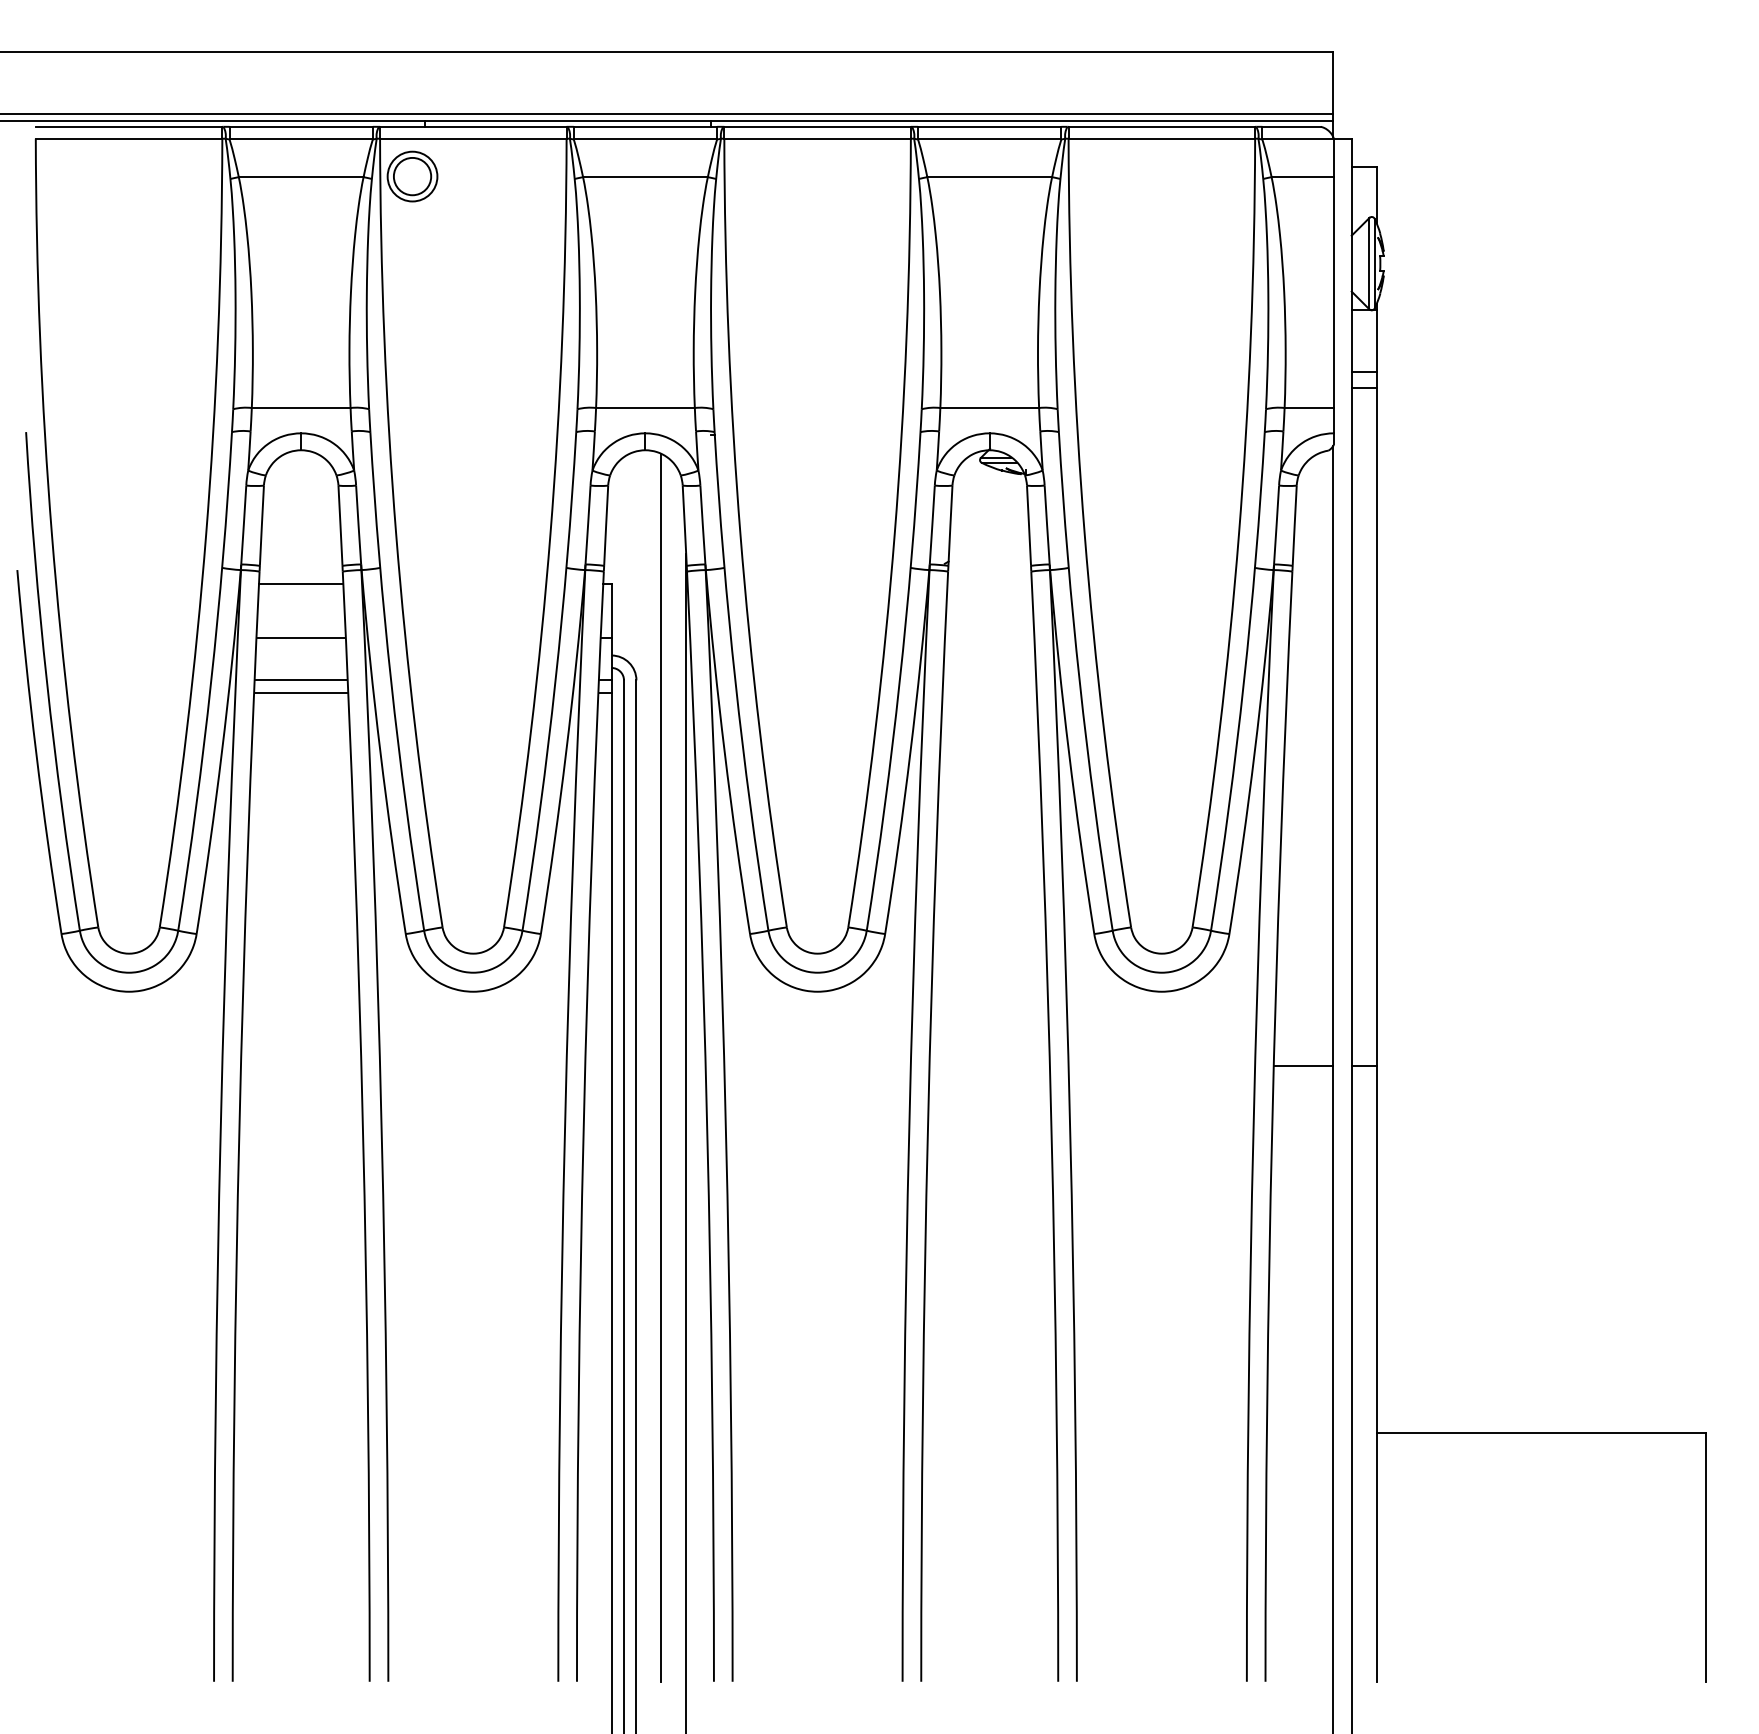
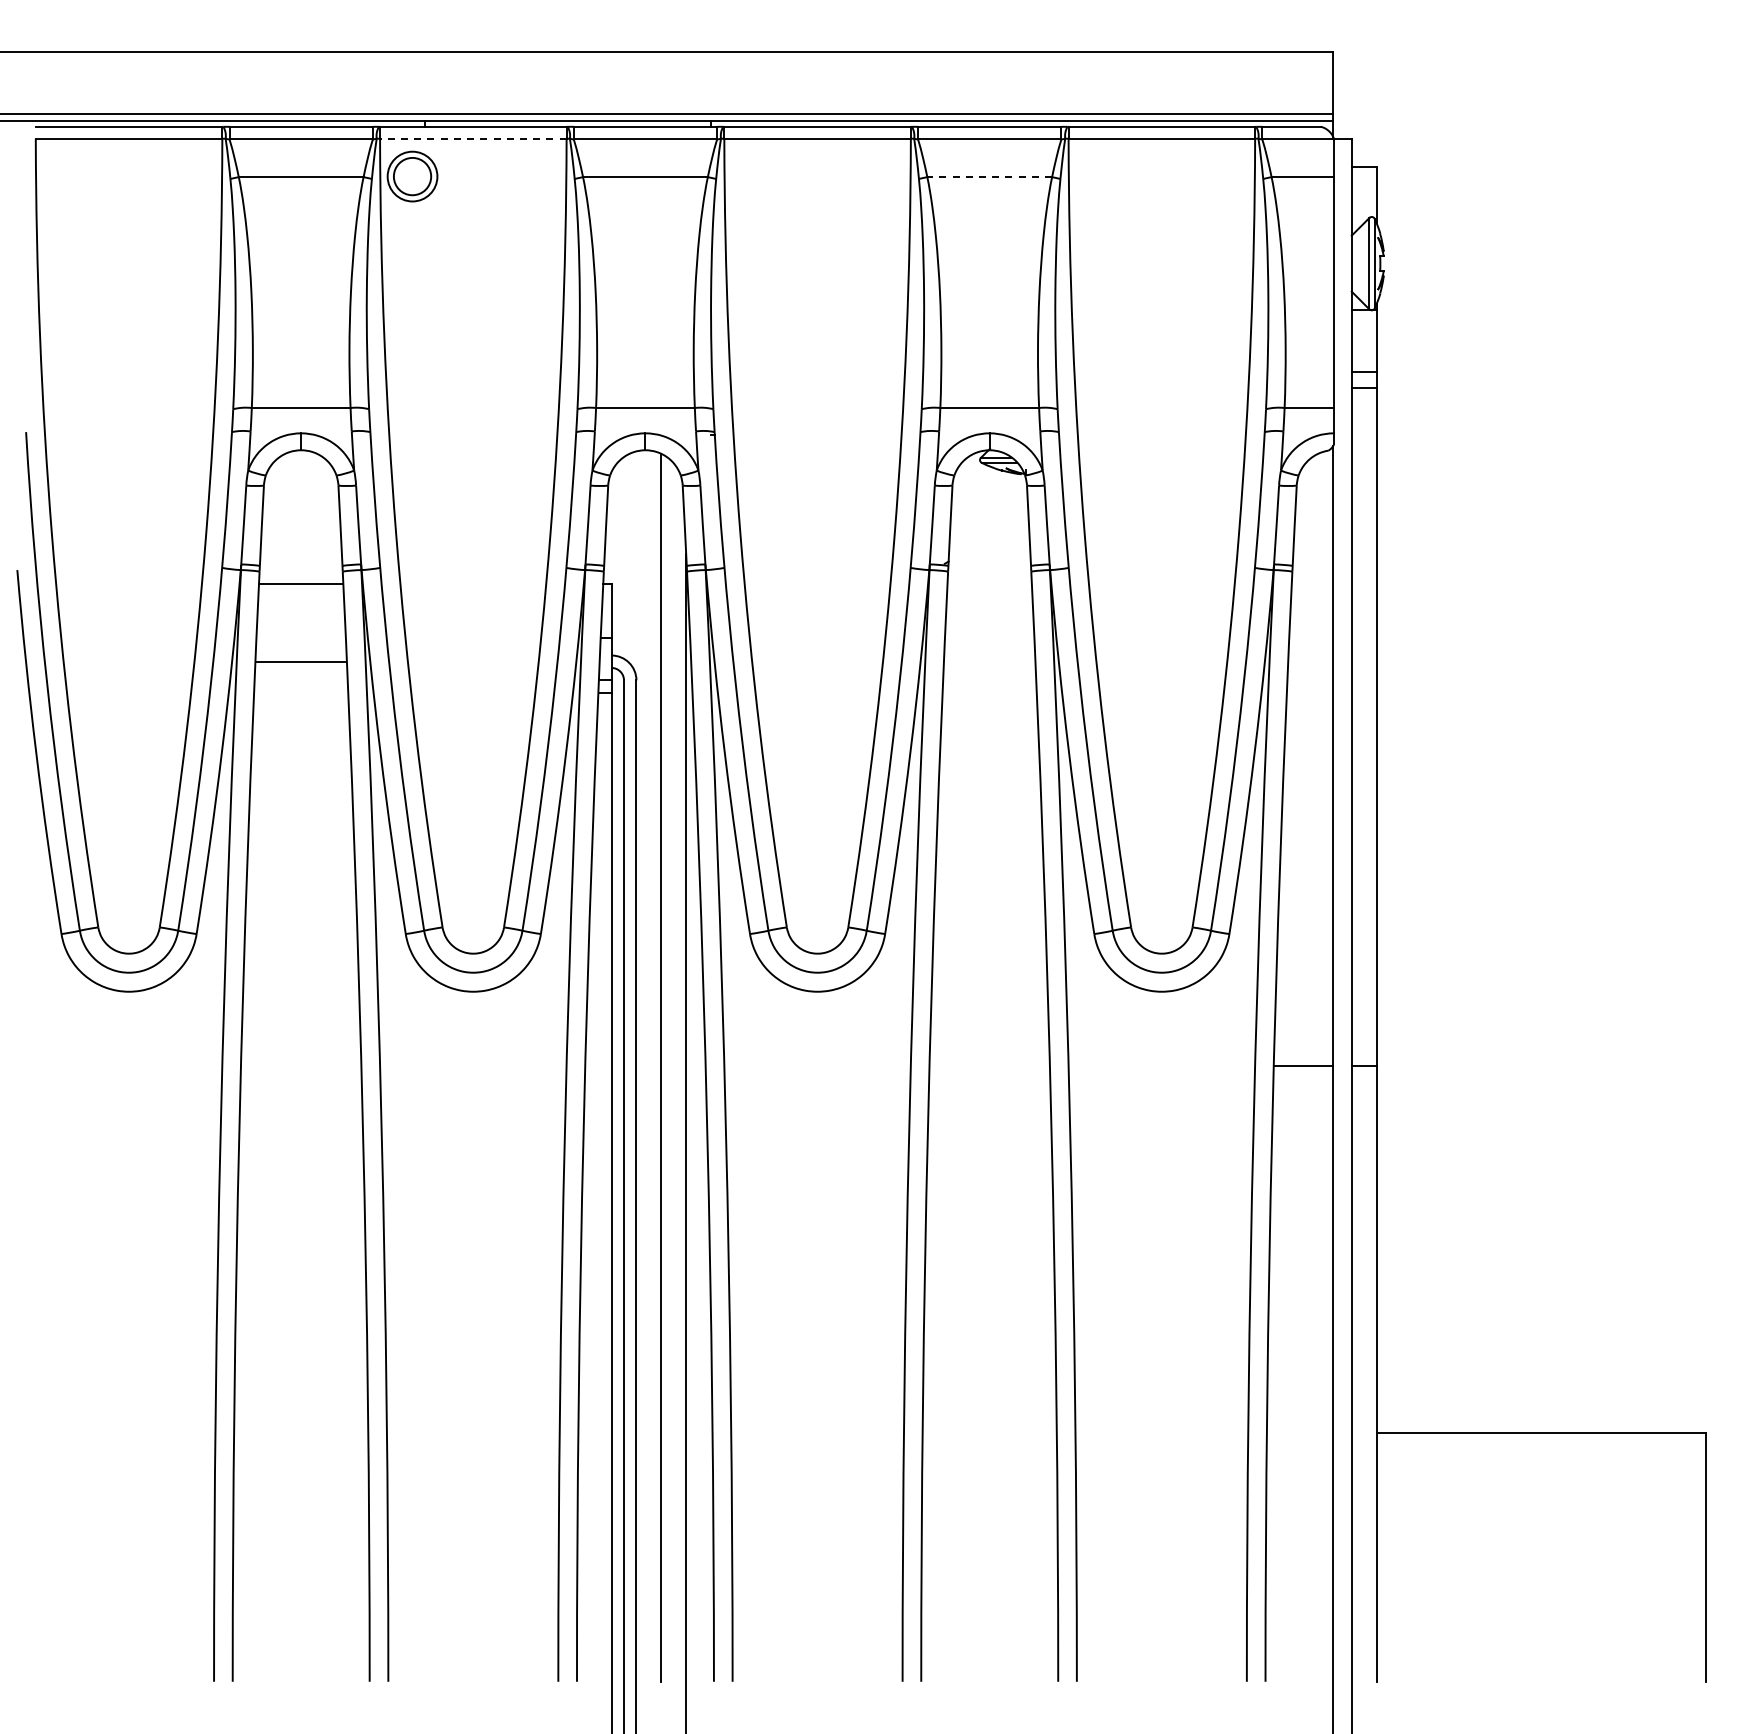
line at (472, 138): solid -> dashed
line at (989, 177): solid -> dashed
line at (301, 637) position: (301, 637) -> (301, 661)
line at (300, 680): present -> none
line at (301, 692): present -> none
